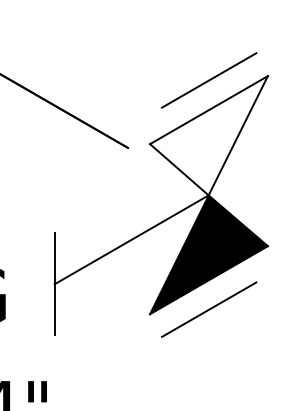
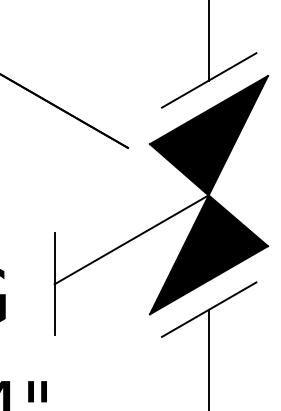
line at (208, 41): none -> present
fill at (208, 135): none -> present
line at (208, 358): none -> present
